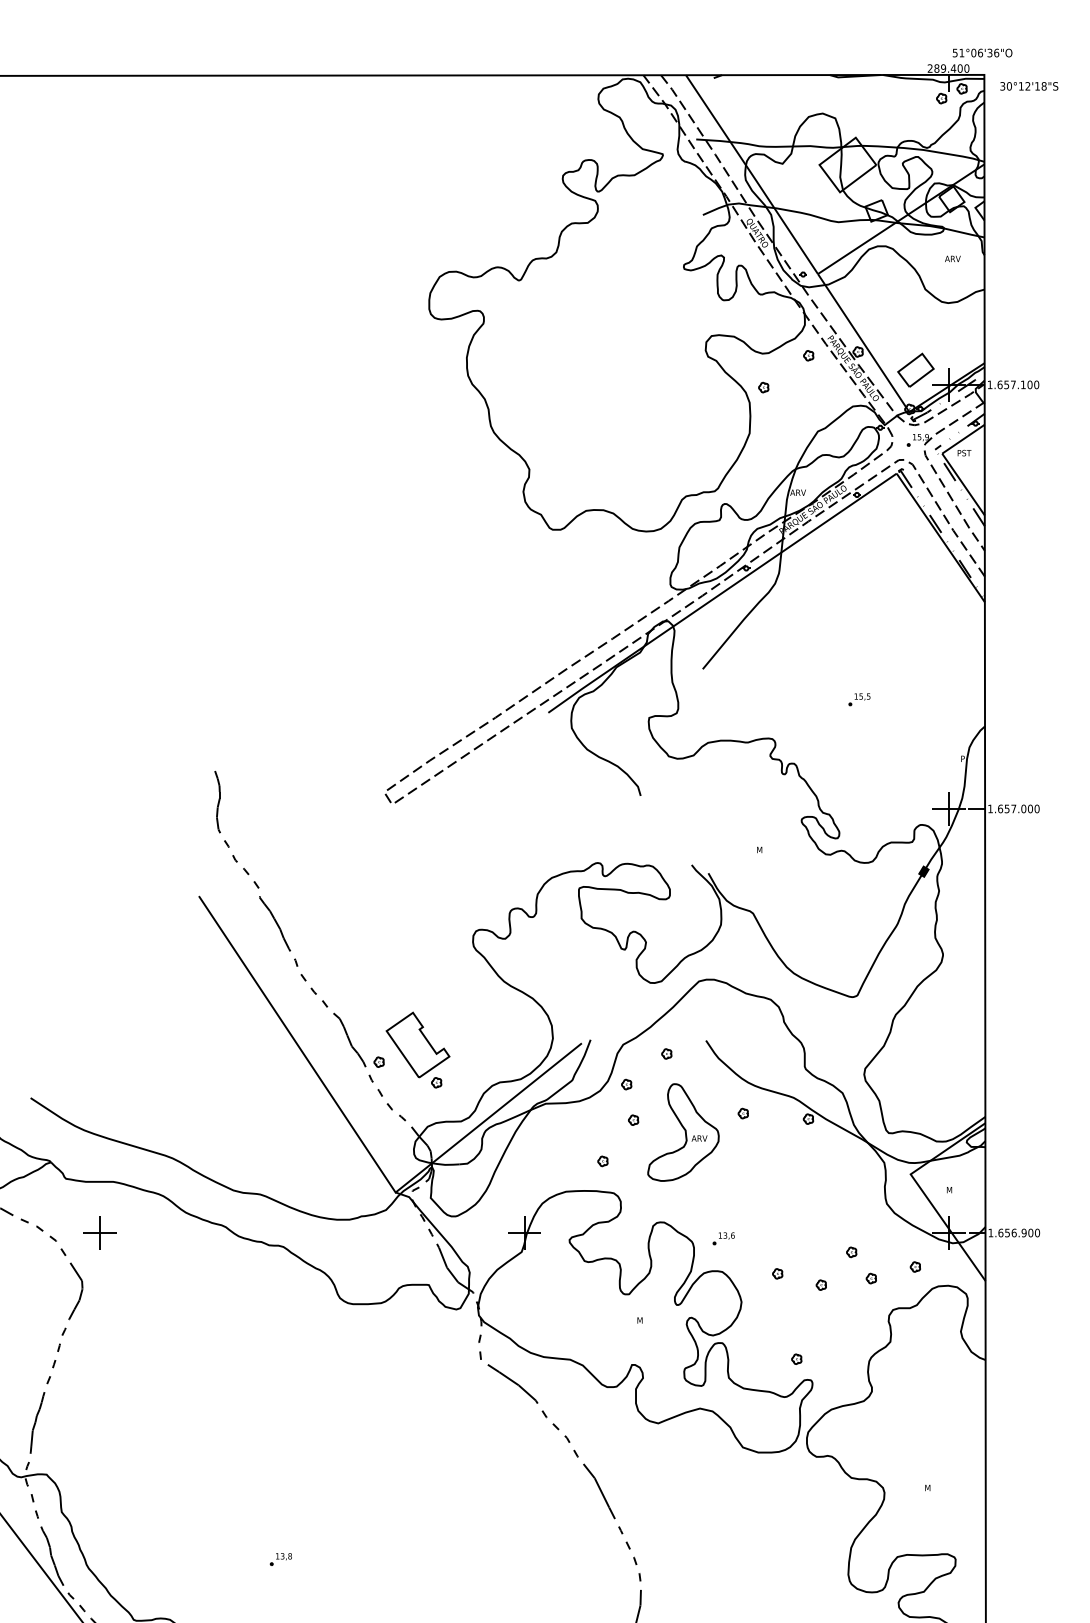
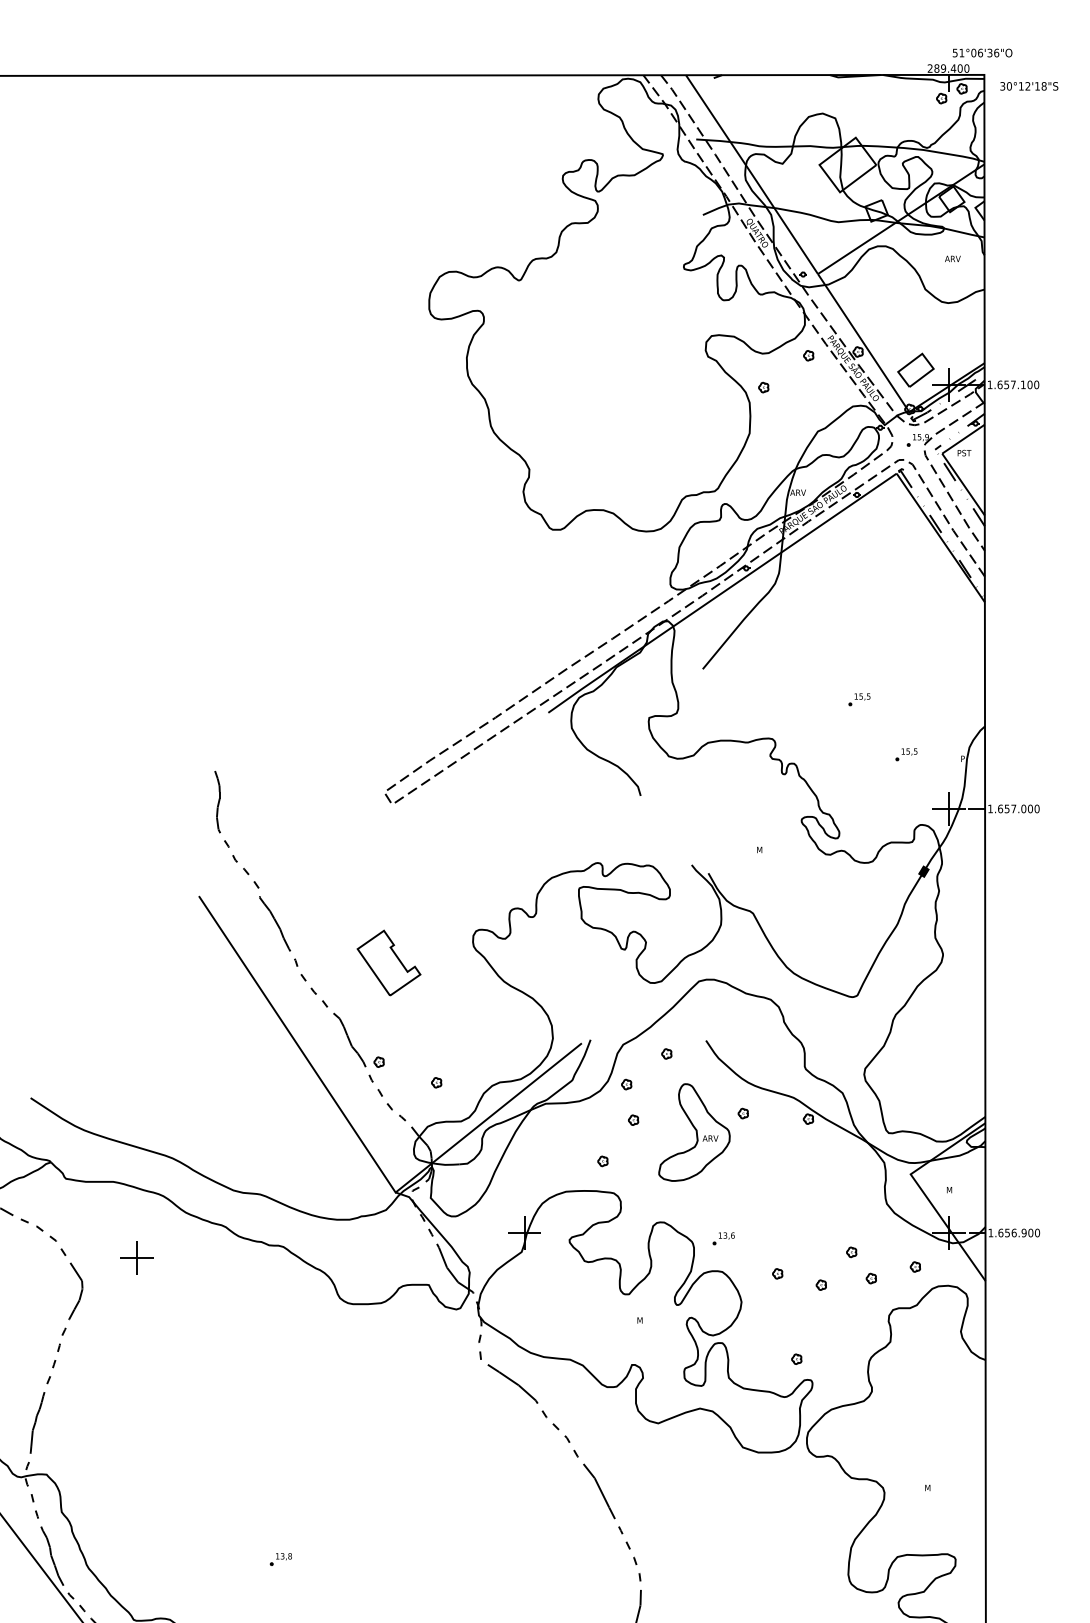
part at (906, 754): none -> present
part at (417, 1044) position: (417, 1044) -> (388, 962)
part at (683, 1132) position: (683, 1132) -> (694, 1132)
part at (99, 1232) position: (99, 1232) -> (136, 1257)
